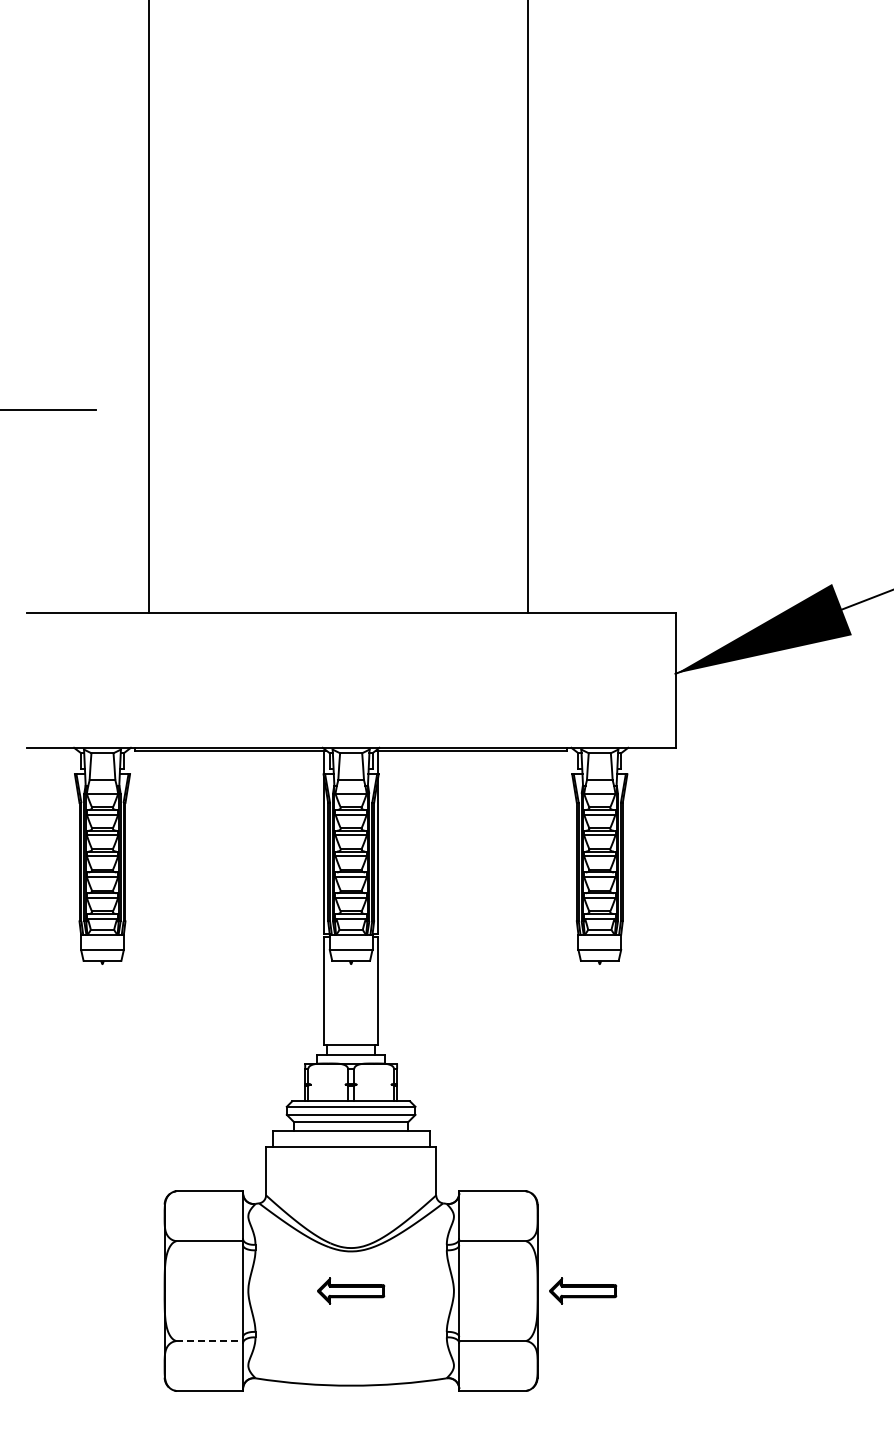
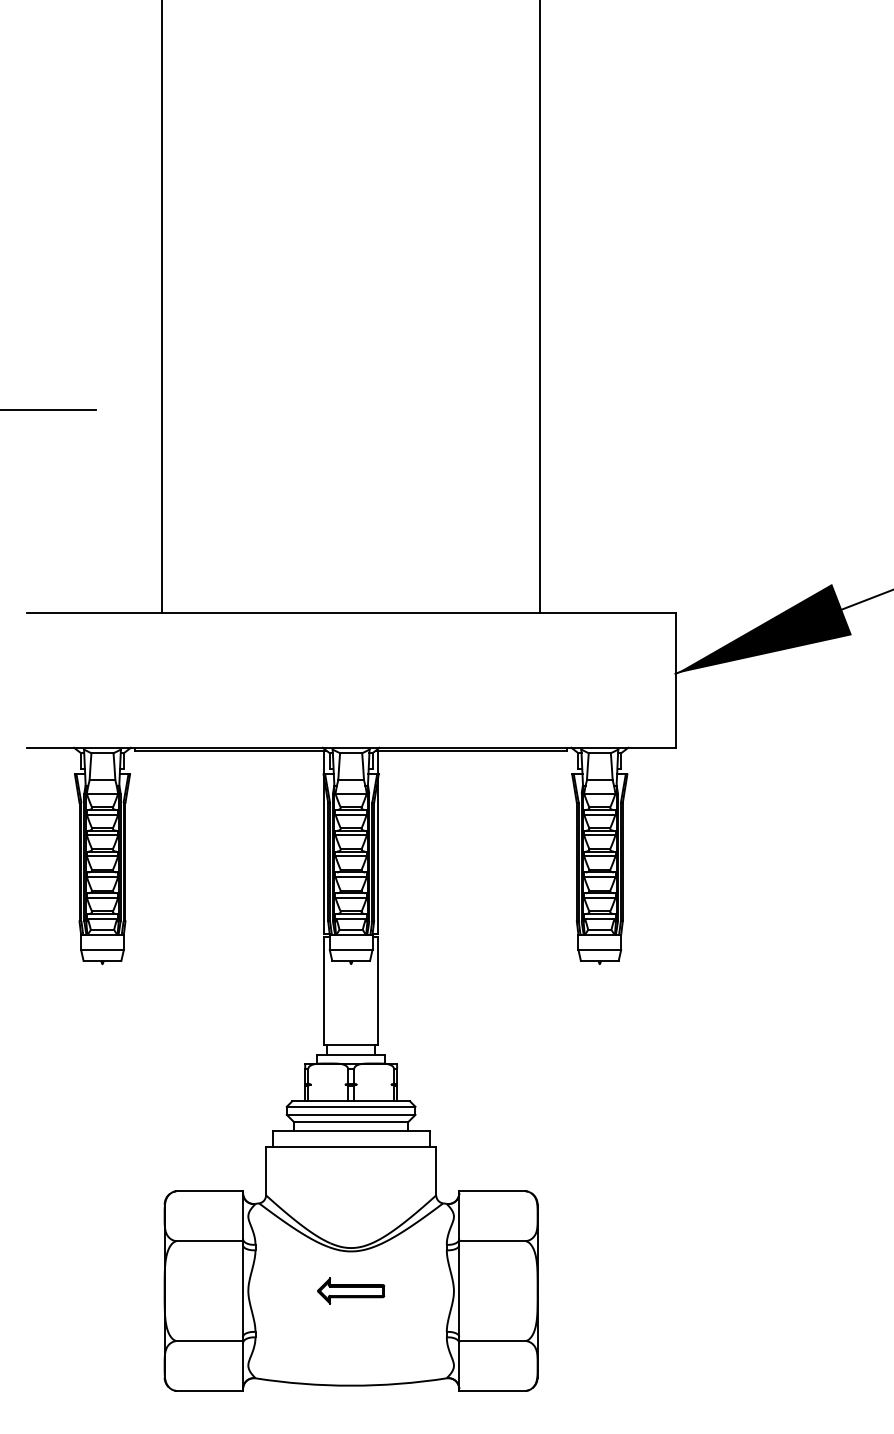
line at (148, 307) position: (148, 307) -> (161, 307)
line at (528, 307) position: (528, 307) -> (540, 307)
part at (583, 1290): present -> none
line at (210, 1341): dashed -> solid
